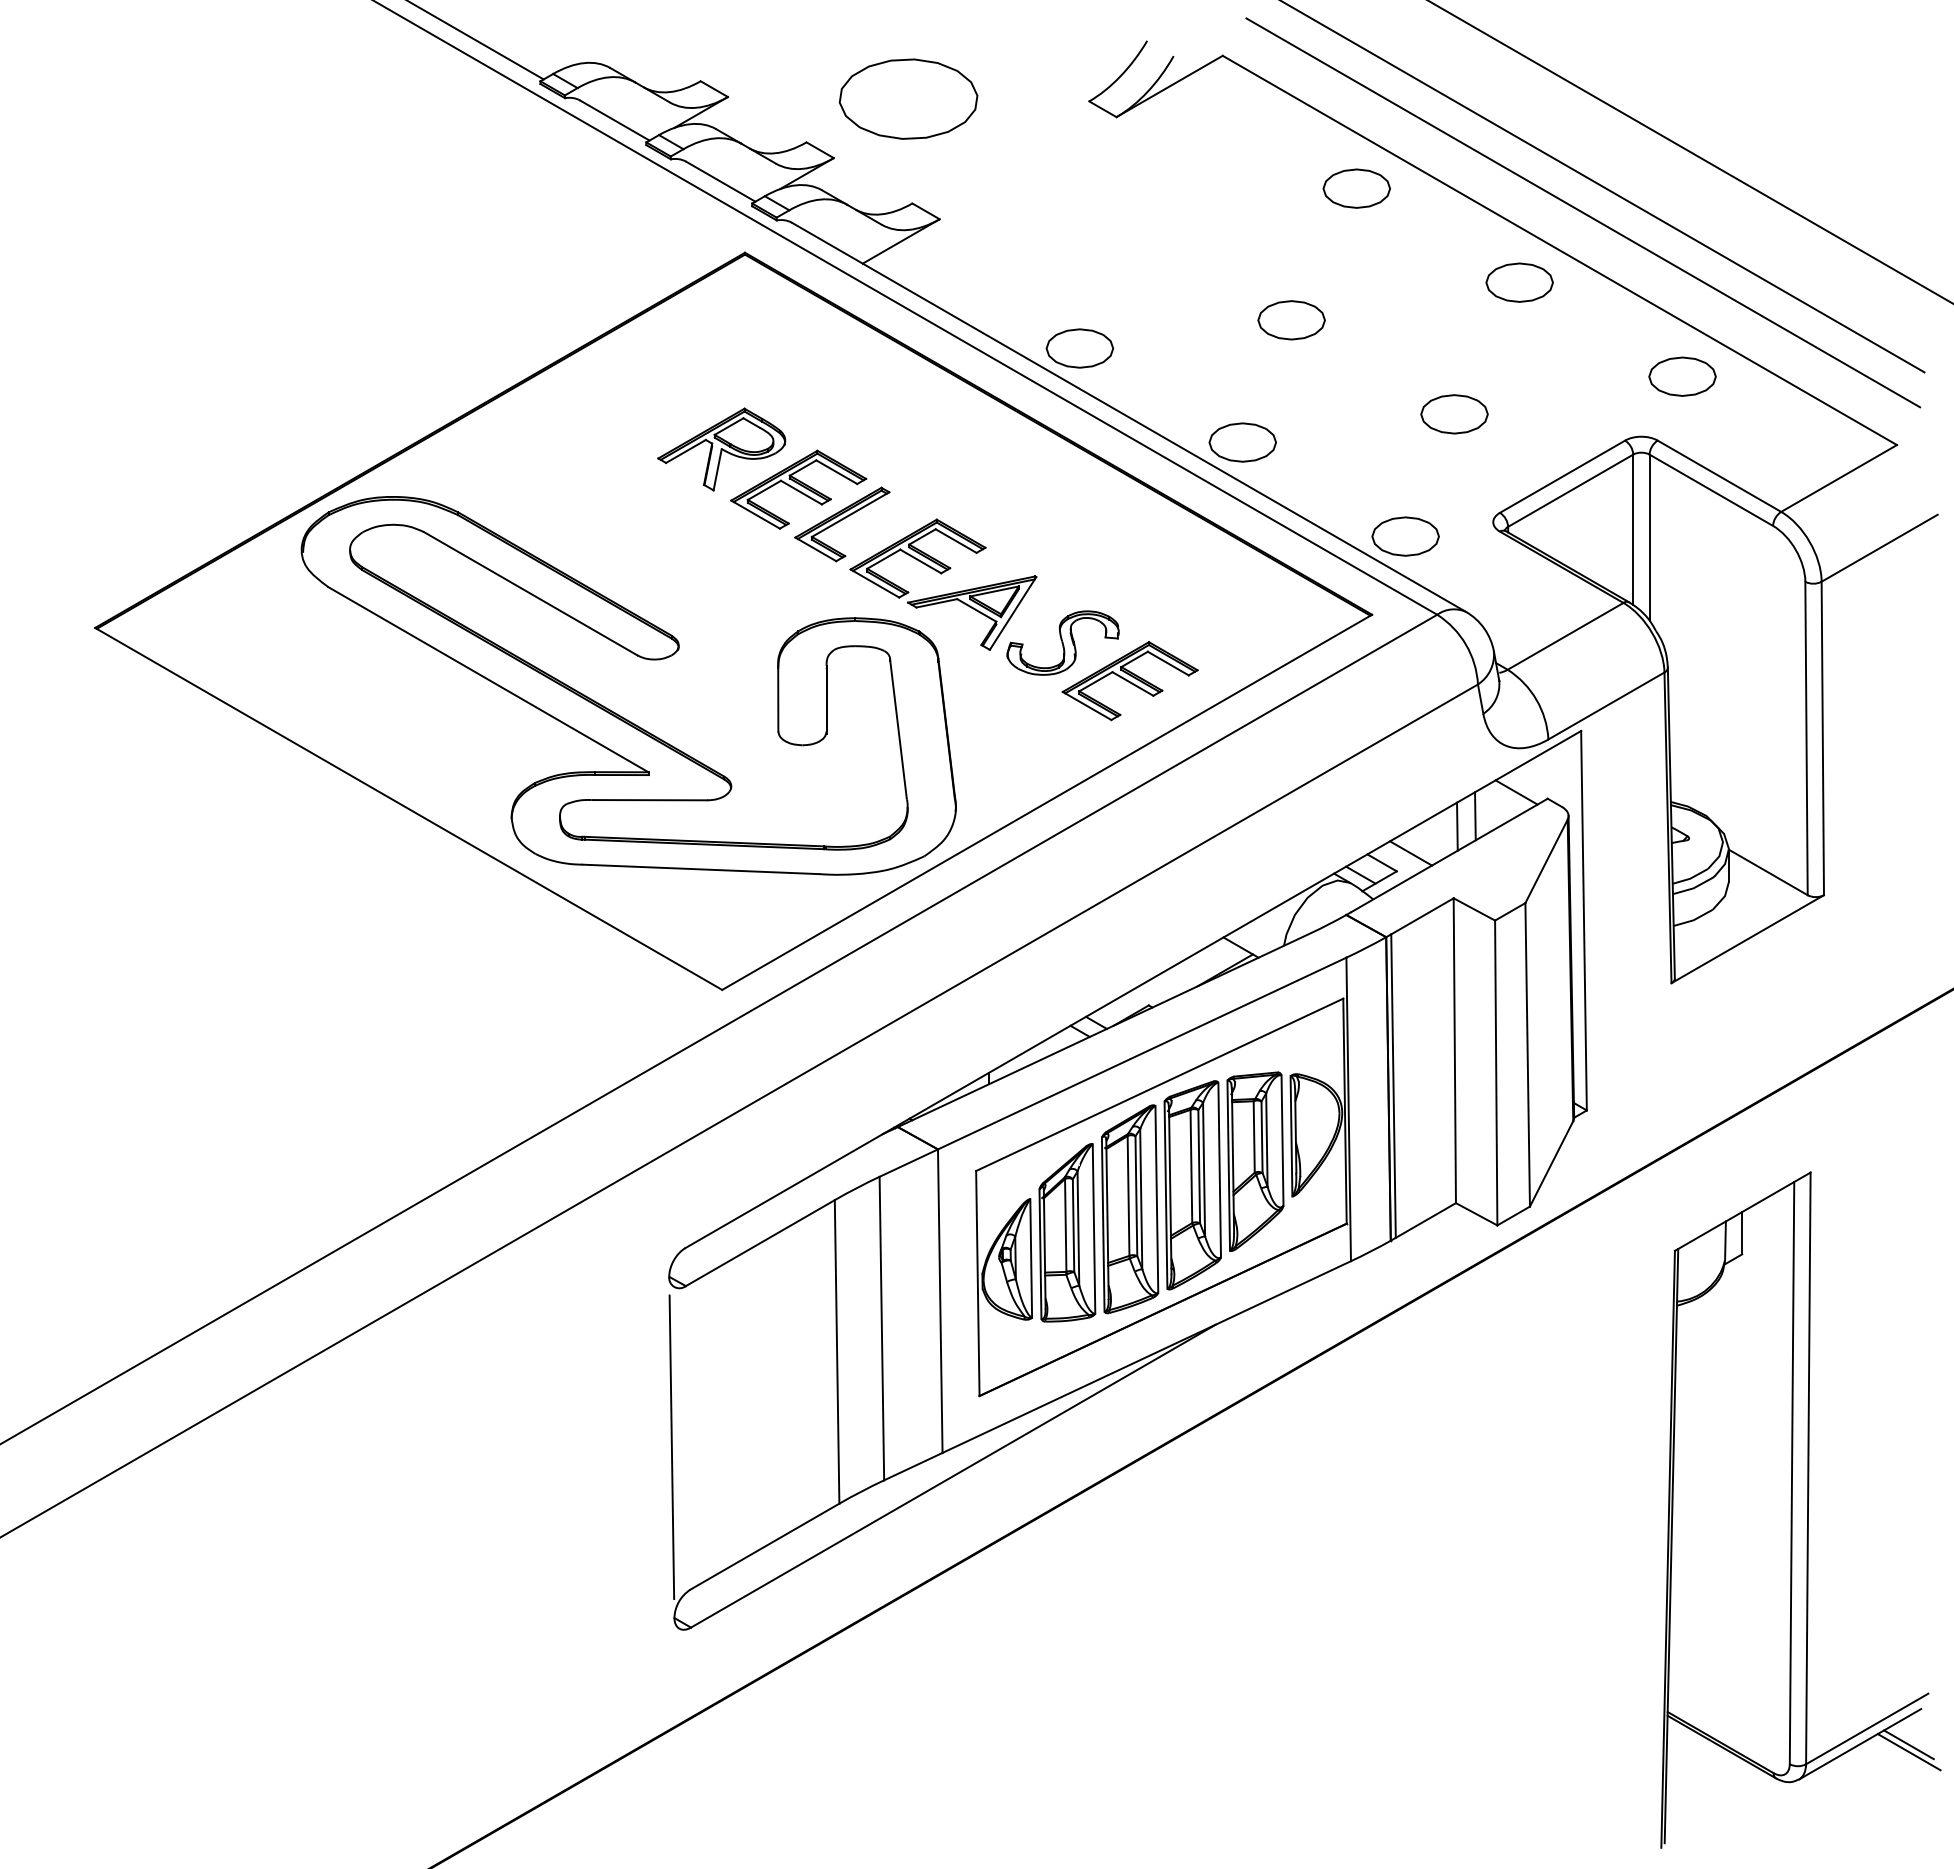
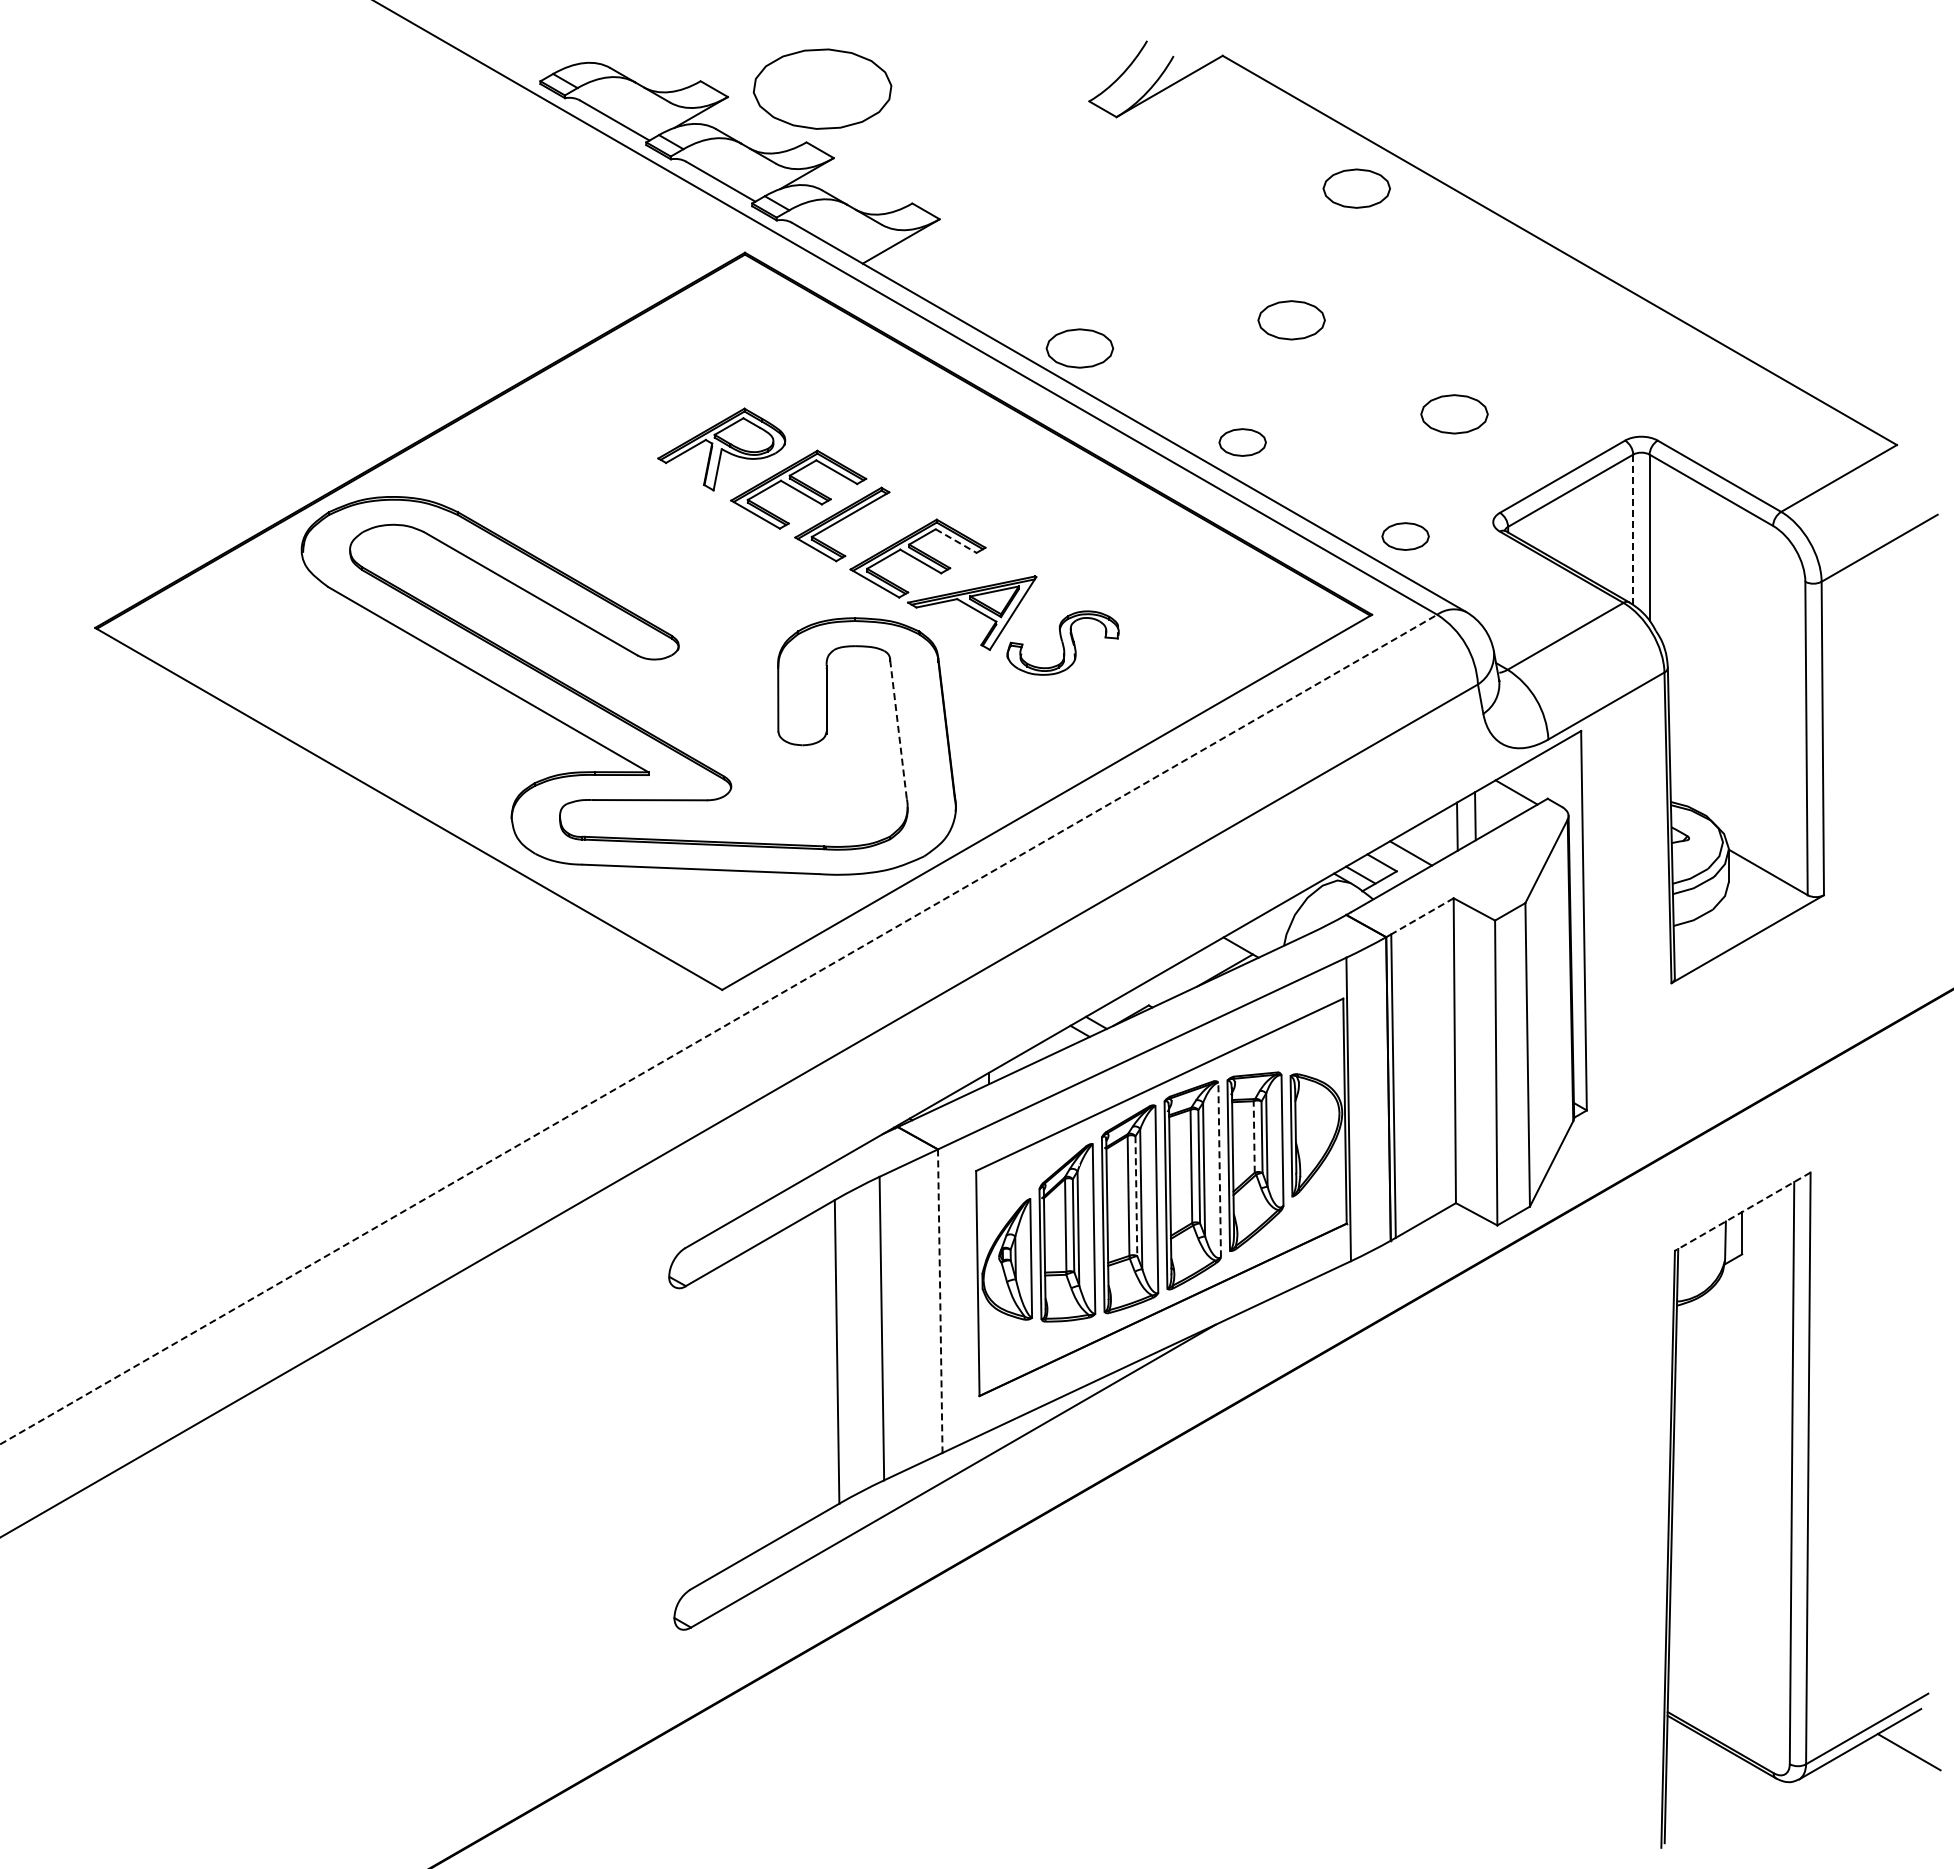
line at (476, 40): present -> none
part at (908, 98) position: (908, 98) -> (822, 88)
line at (1690, 152): present -> none
line at (1603, 187): present -> none
line at (1583, 212): present -> none
part at (1519, 282): present -> none
part at (1682, 376): present -> none
part at (1242, 442) size: 69x41 px -> 49x29 px
line at (1633, 529): solid -> dashed
part at (1405, 536) size: 69x41 px -> 49x29 px
line at (956, 541): solid -> dashed
part at (1129, 681): present -> none
line at (898, 728): solid -> dashed
line at (1422, 916): solid -> dashed
line at (719, 1029): solid -> dashed
line at (1254, 1136): solid -> dashed
line at (1219, 1169): solid -> dashed
line at (1136, 1196): solid -> dashed
line at (1742, 1211): solid -> dashed
line at (940, 1301): solid -> dashed
line at (671, 1447): present -> none
line at (1908, 1744): present -> none
